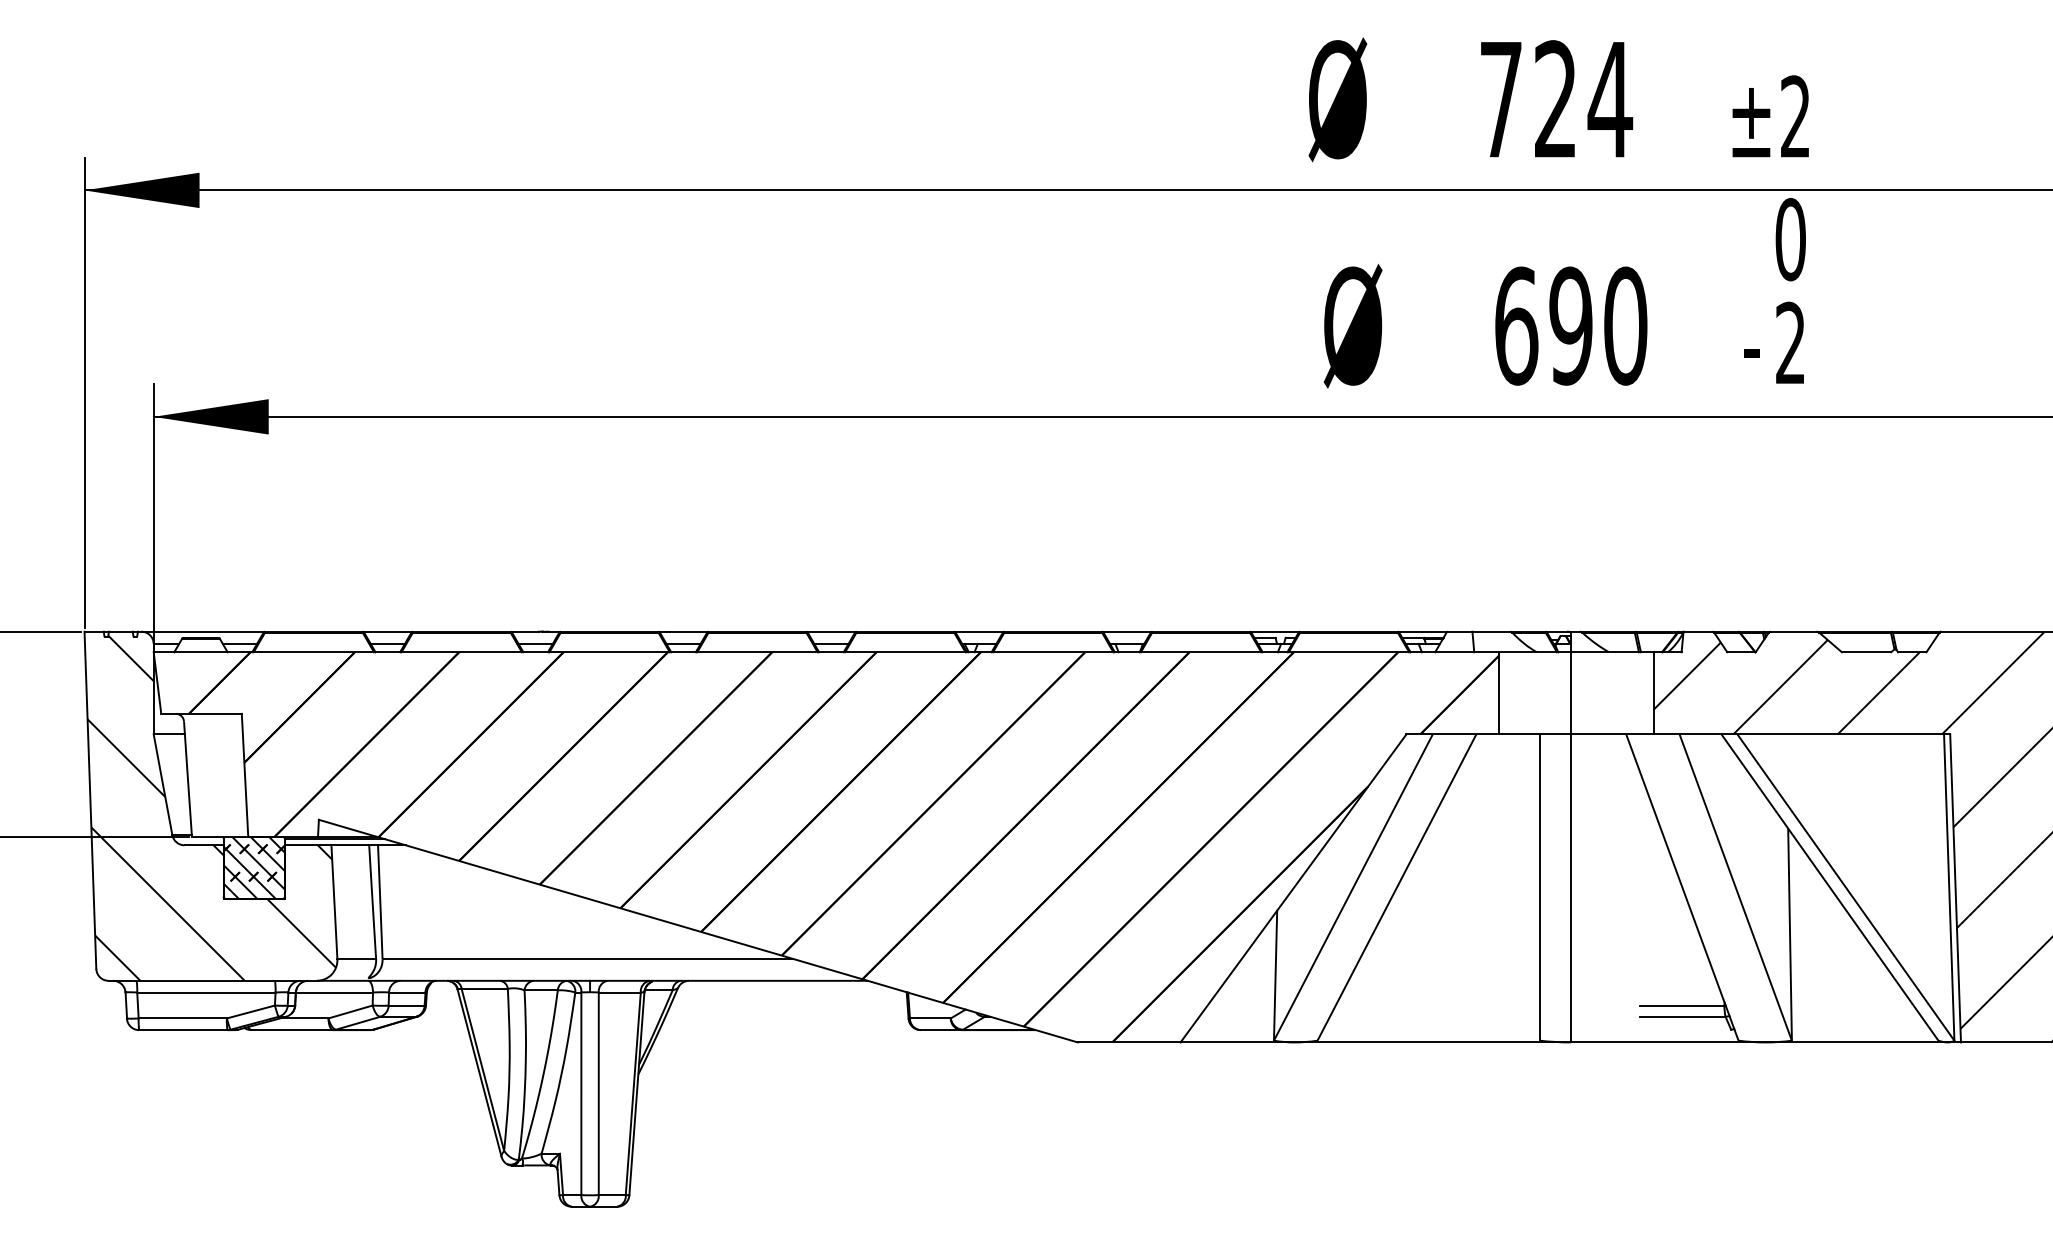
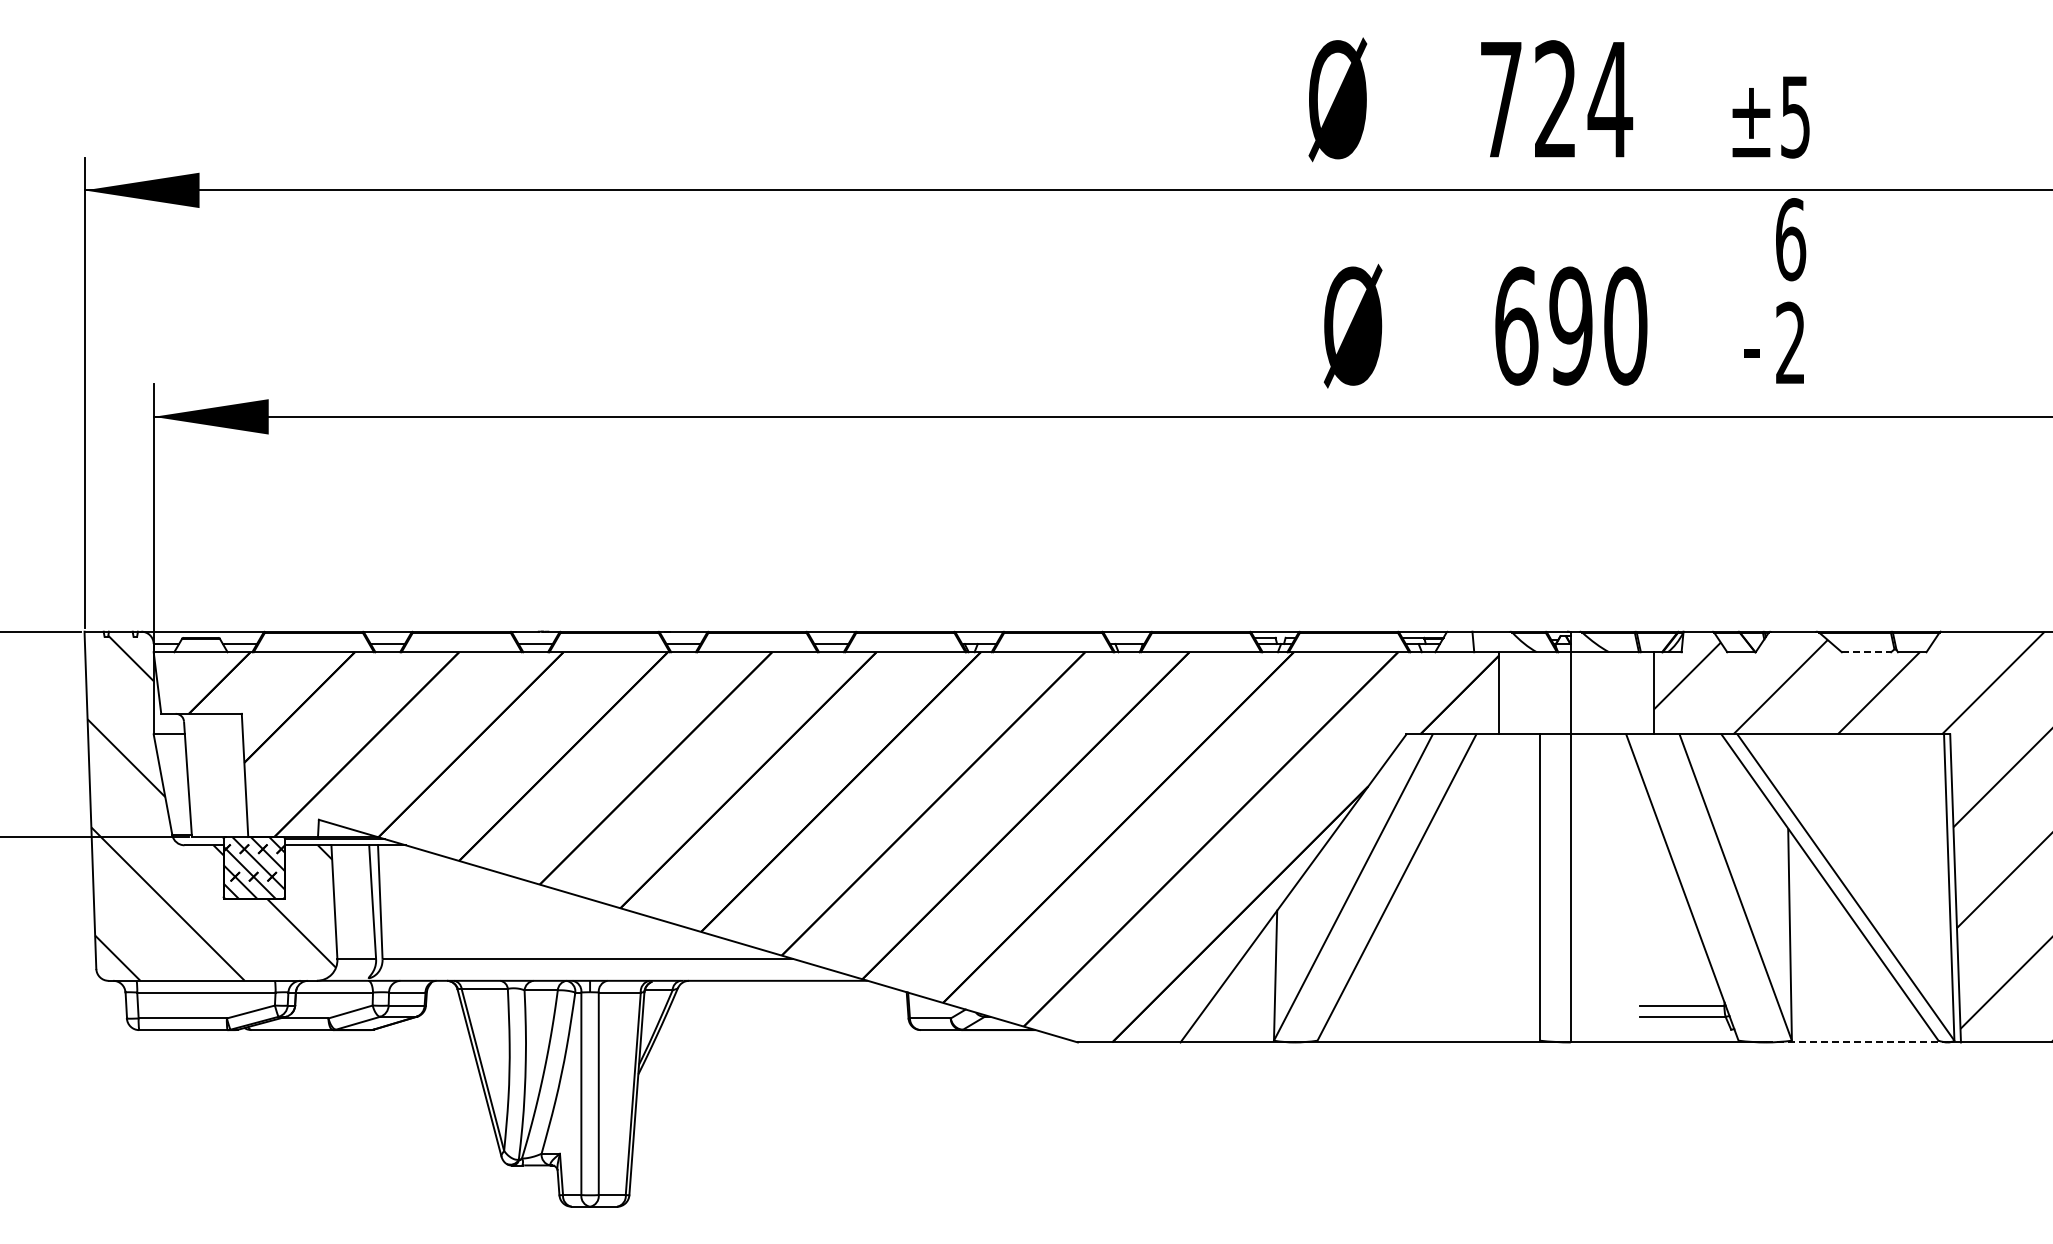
text at (1795, 116): ±2 -> ±5
text at (1790, 239): 0 -> 6
line at (1866, 652): solid -> dashed
line at (1856, 1042): solid -> dashed
